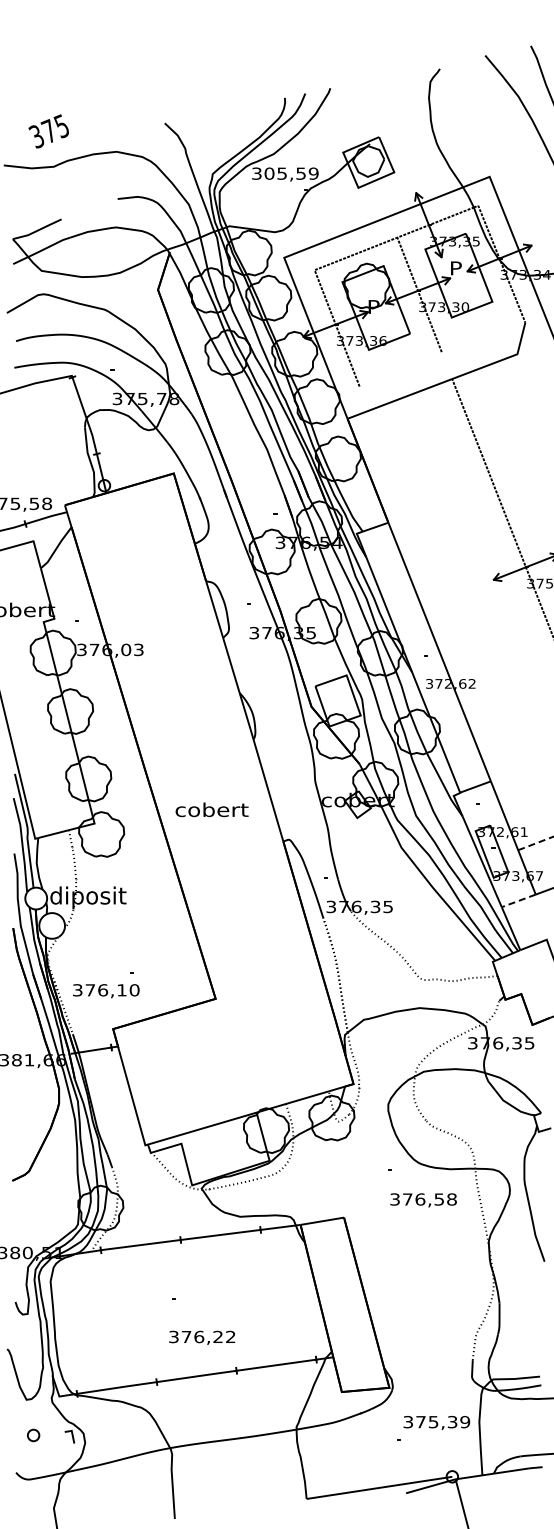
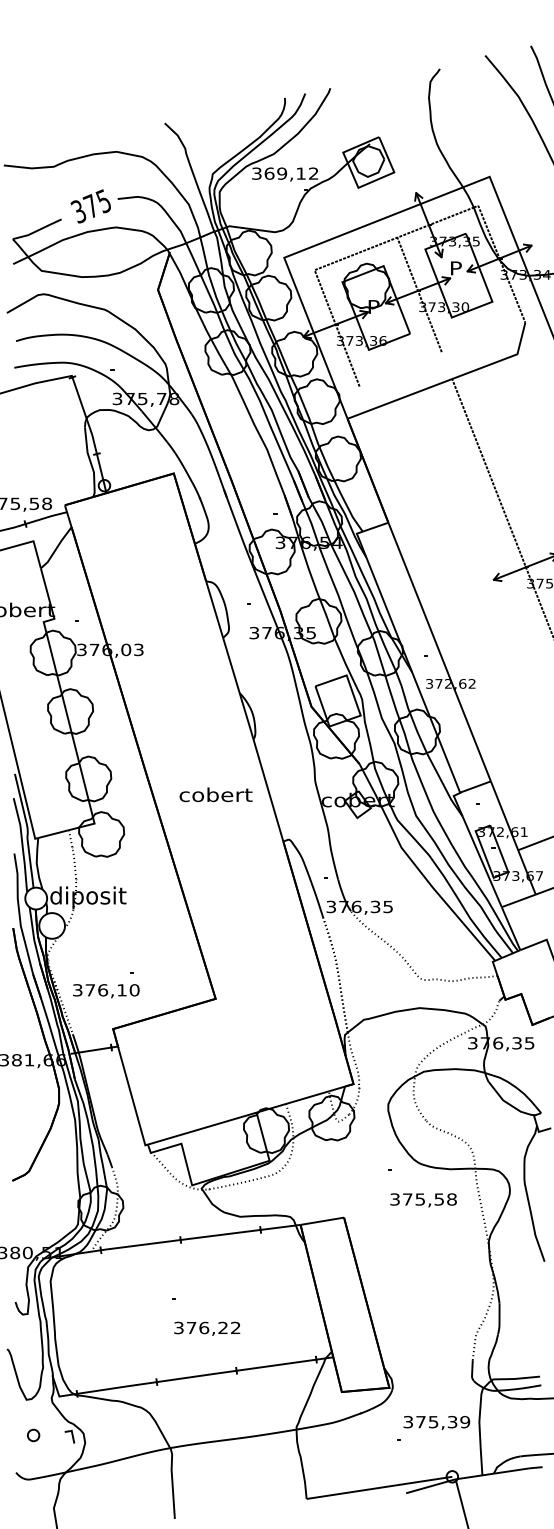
text at (48, 131) position: (48, 131) -> (90, 206)
text at (291, 173): 305,59 -> 369,12
text at (211, 809) position: (211, 809) -> (215, 794)
line at (535, 843): dashed -> solid
line at (518, 901): dashed -> solid
text at (420, 1199): 376,58 -> 375,58
text at (202, 1337) position: (202, 1337) -> (207, 1328)
